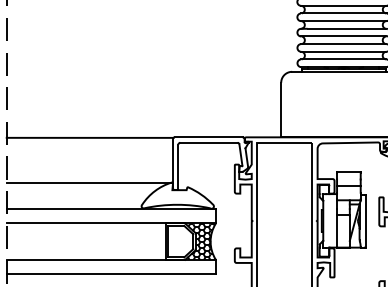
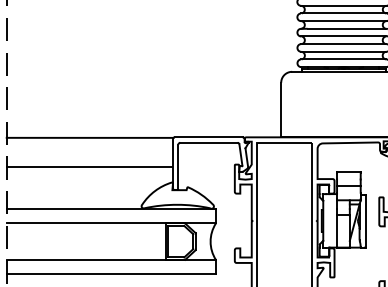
line at (88, 182) position: (88, 182) -> (88, 166)
hatch at (201, 241): present -> none
